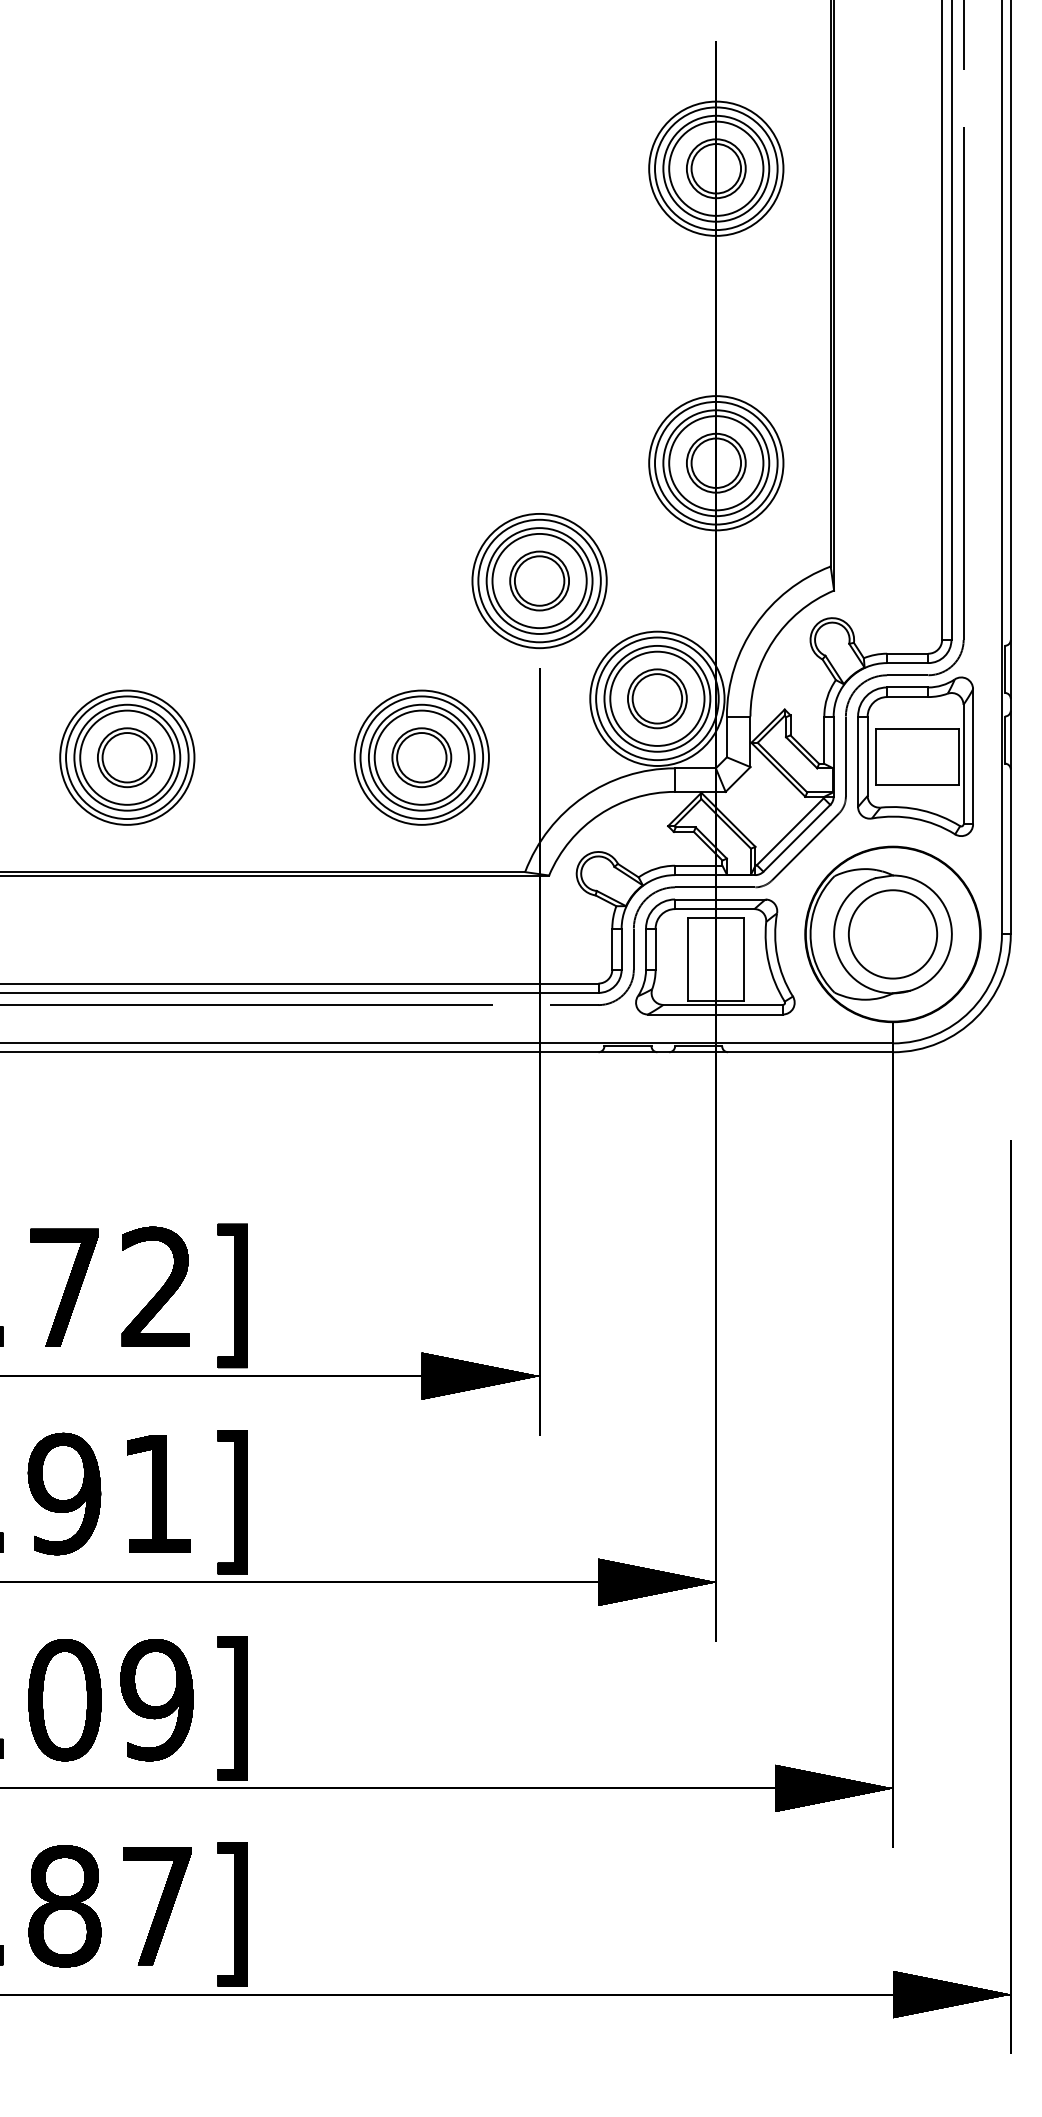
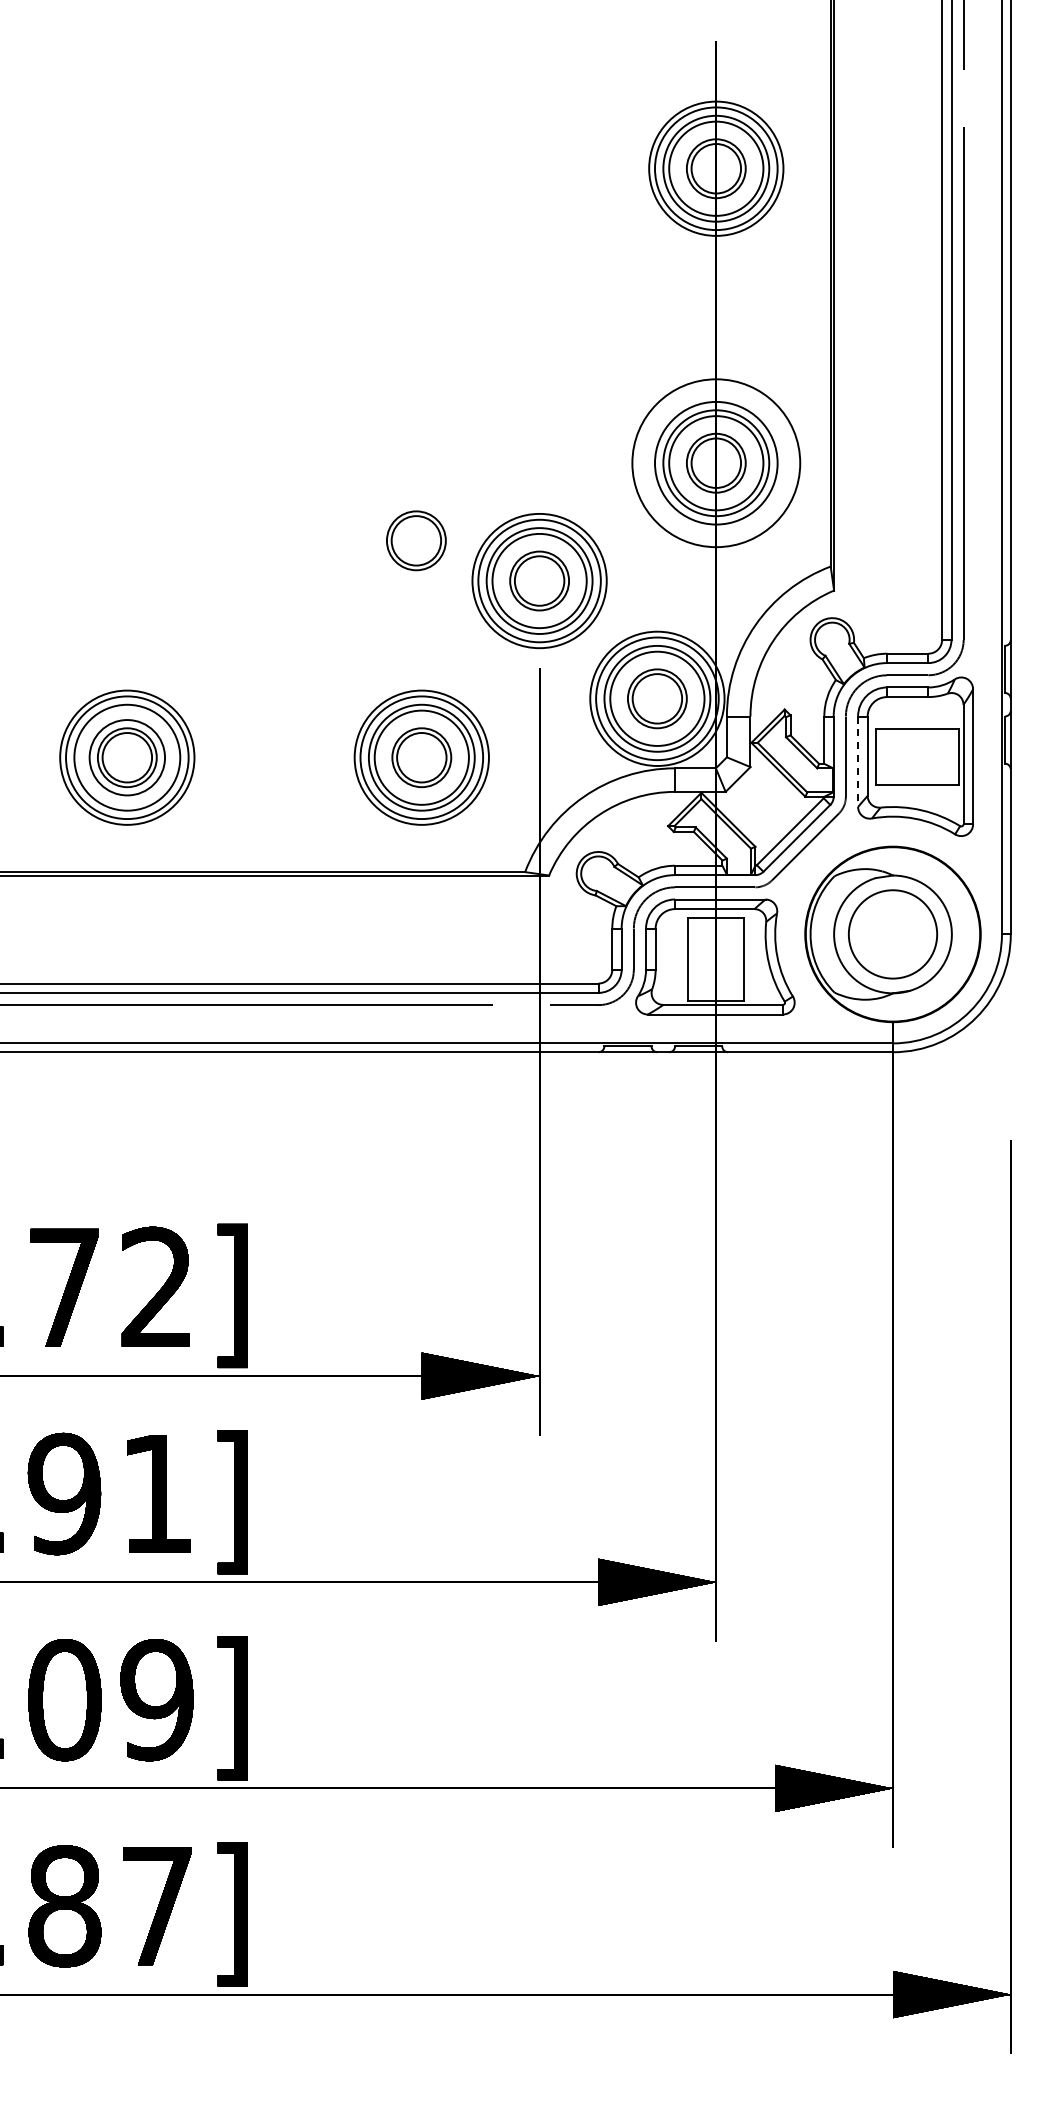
circle at (716, 463) diameter: 134 px -> 168 px
part at (416, 540): none -> present
circle at (127, 757) diameter: 94 px -> 75 px
line at (858, 762): solid -> dashed
